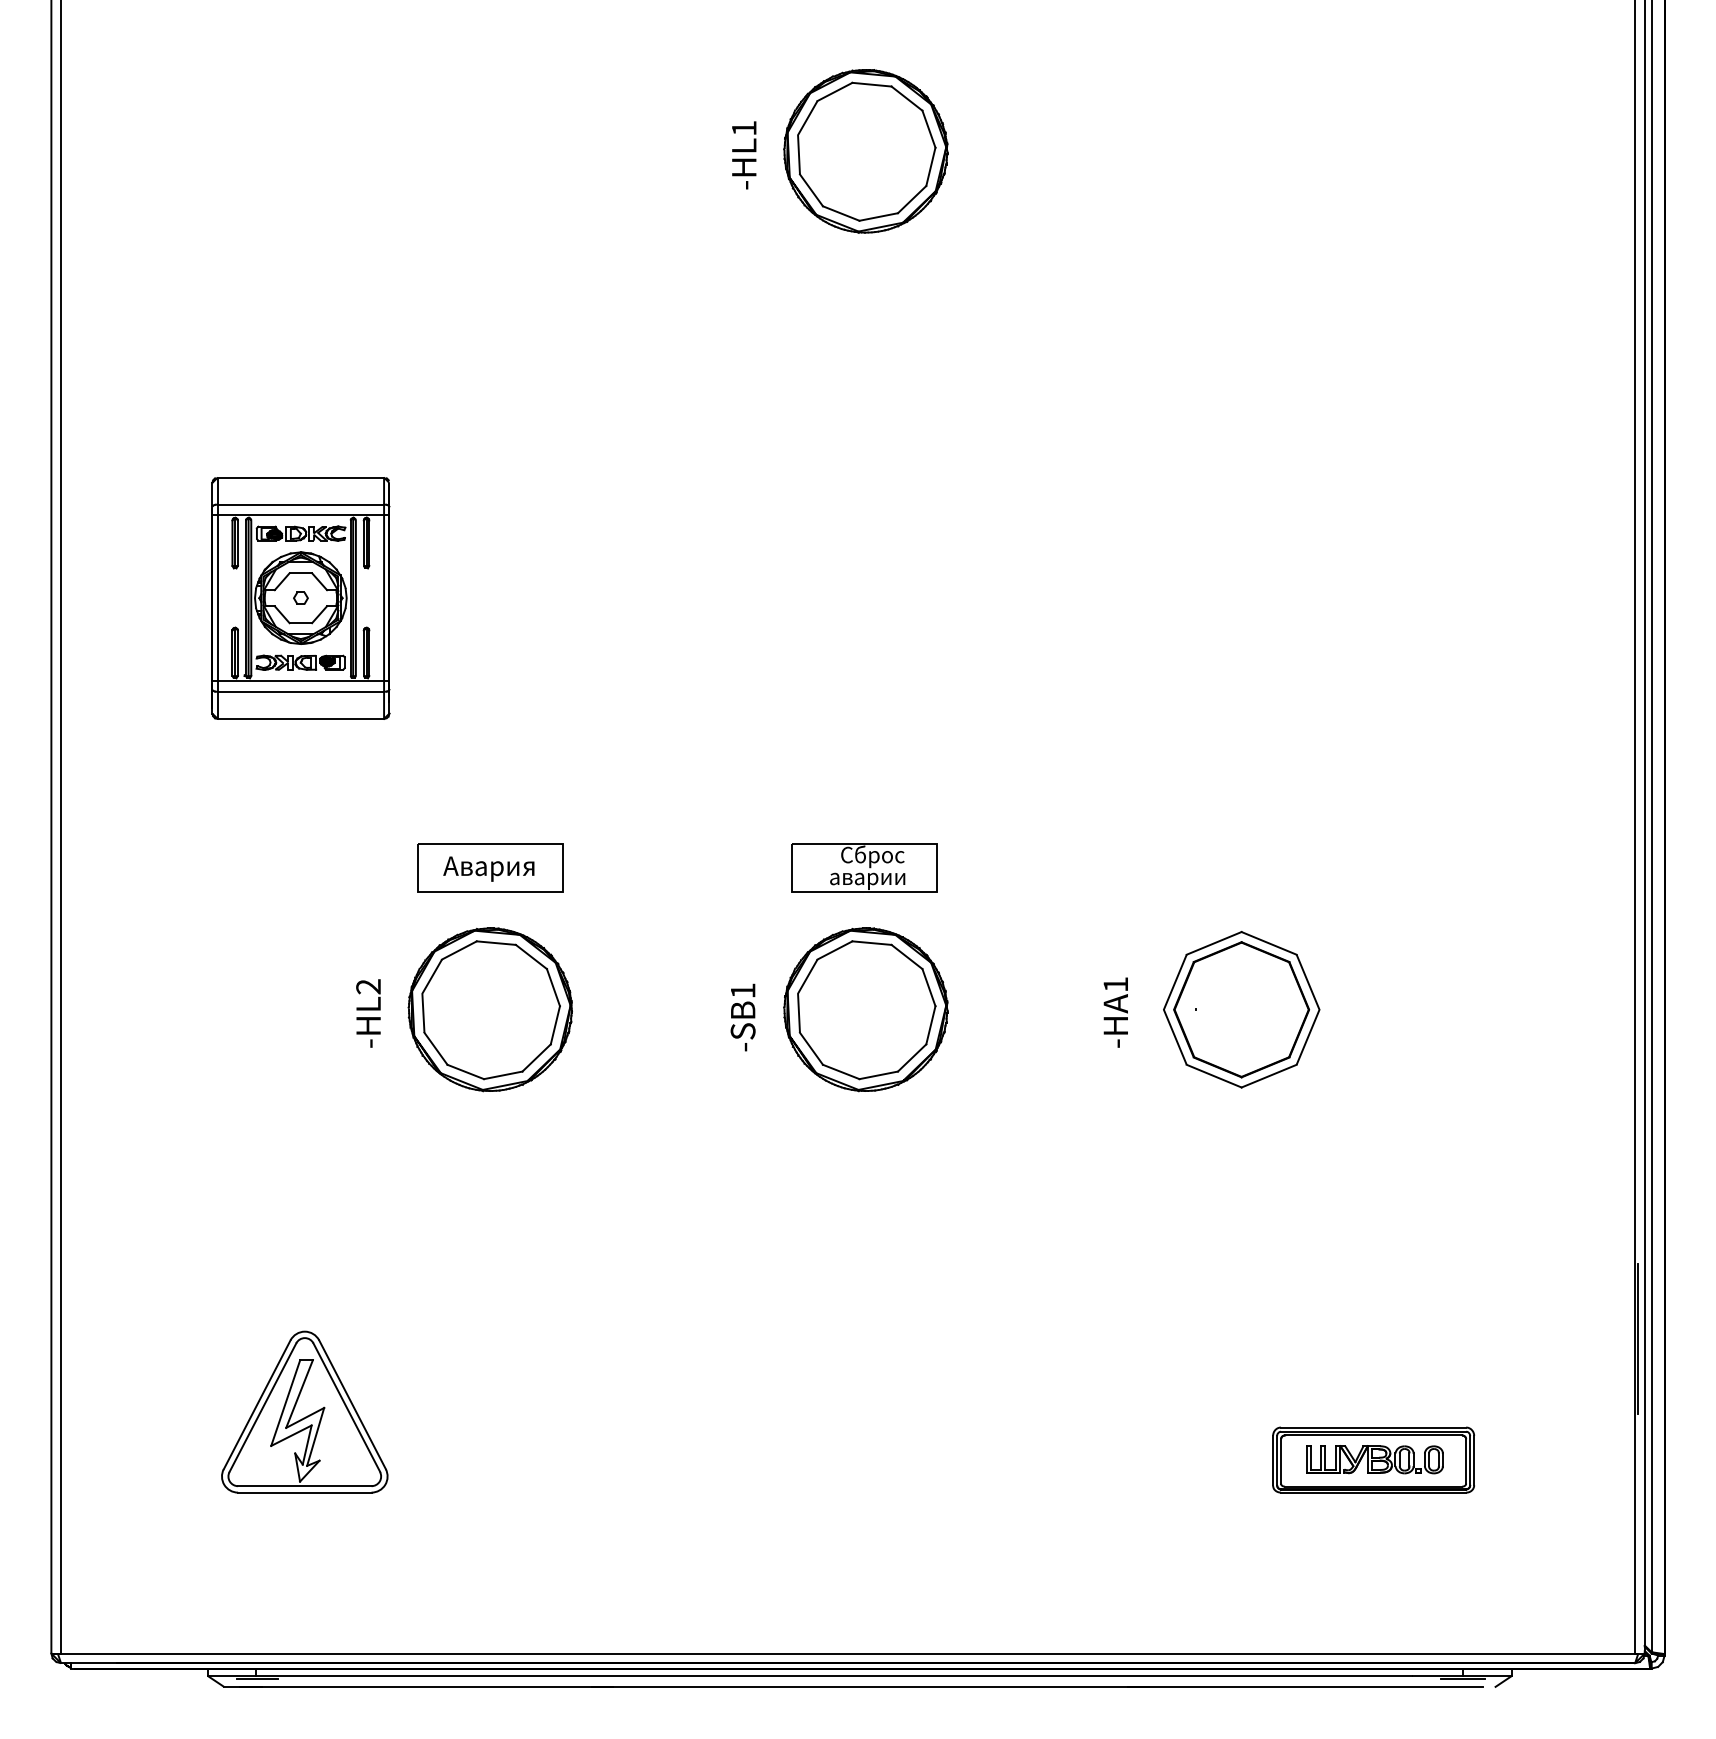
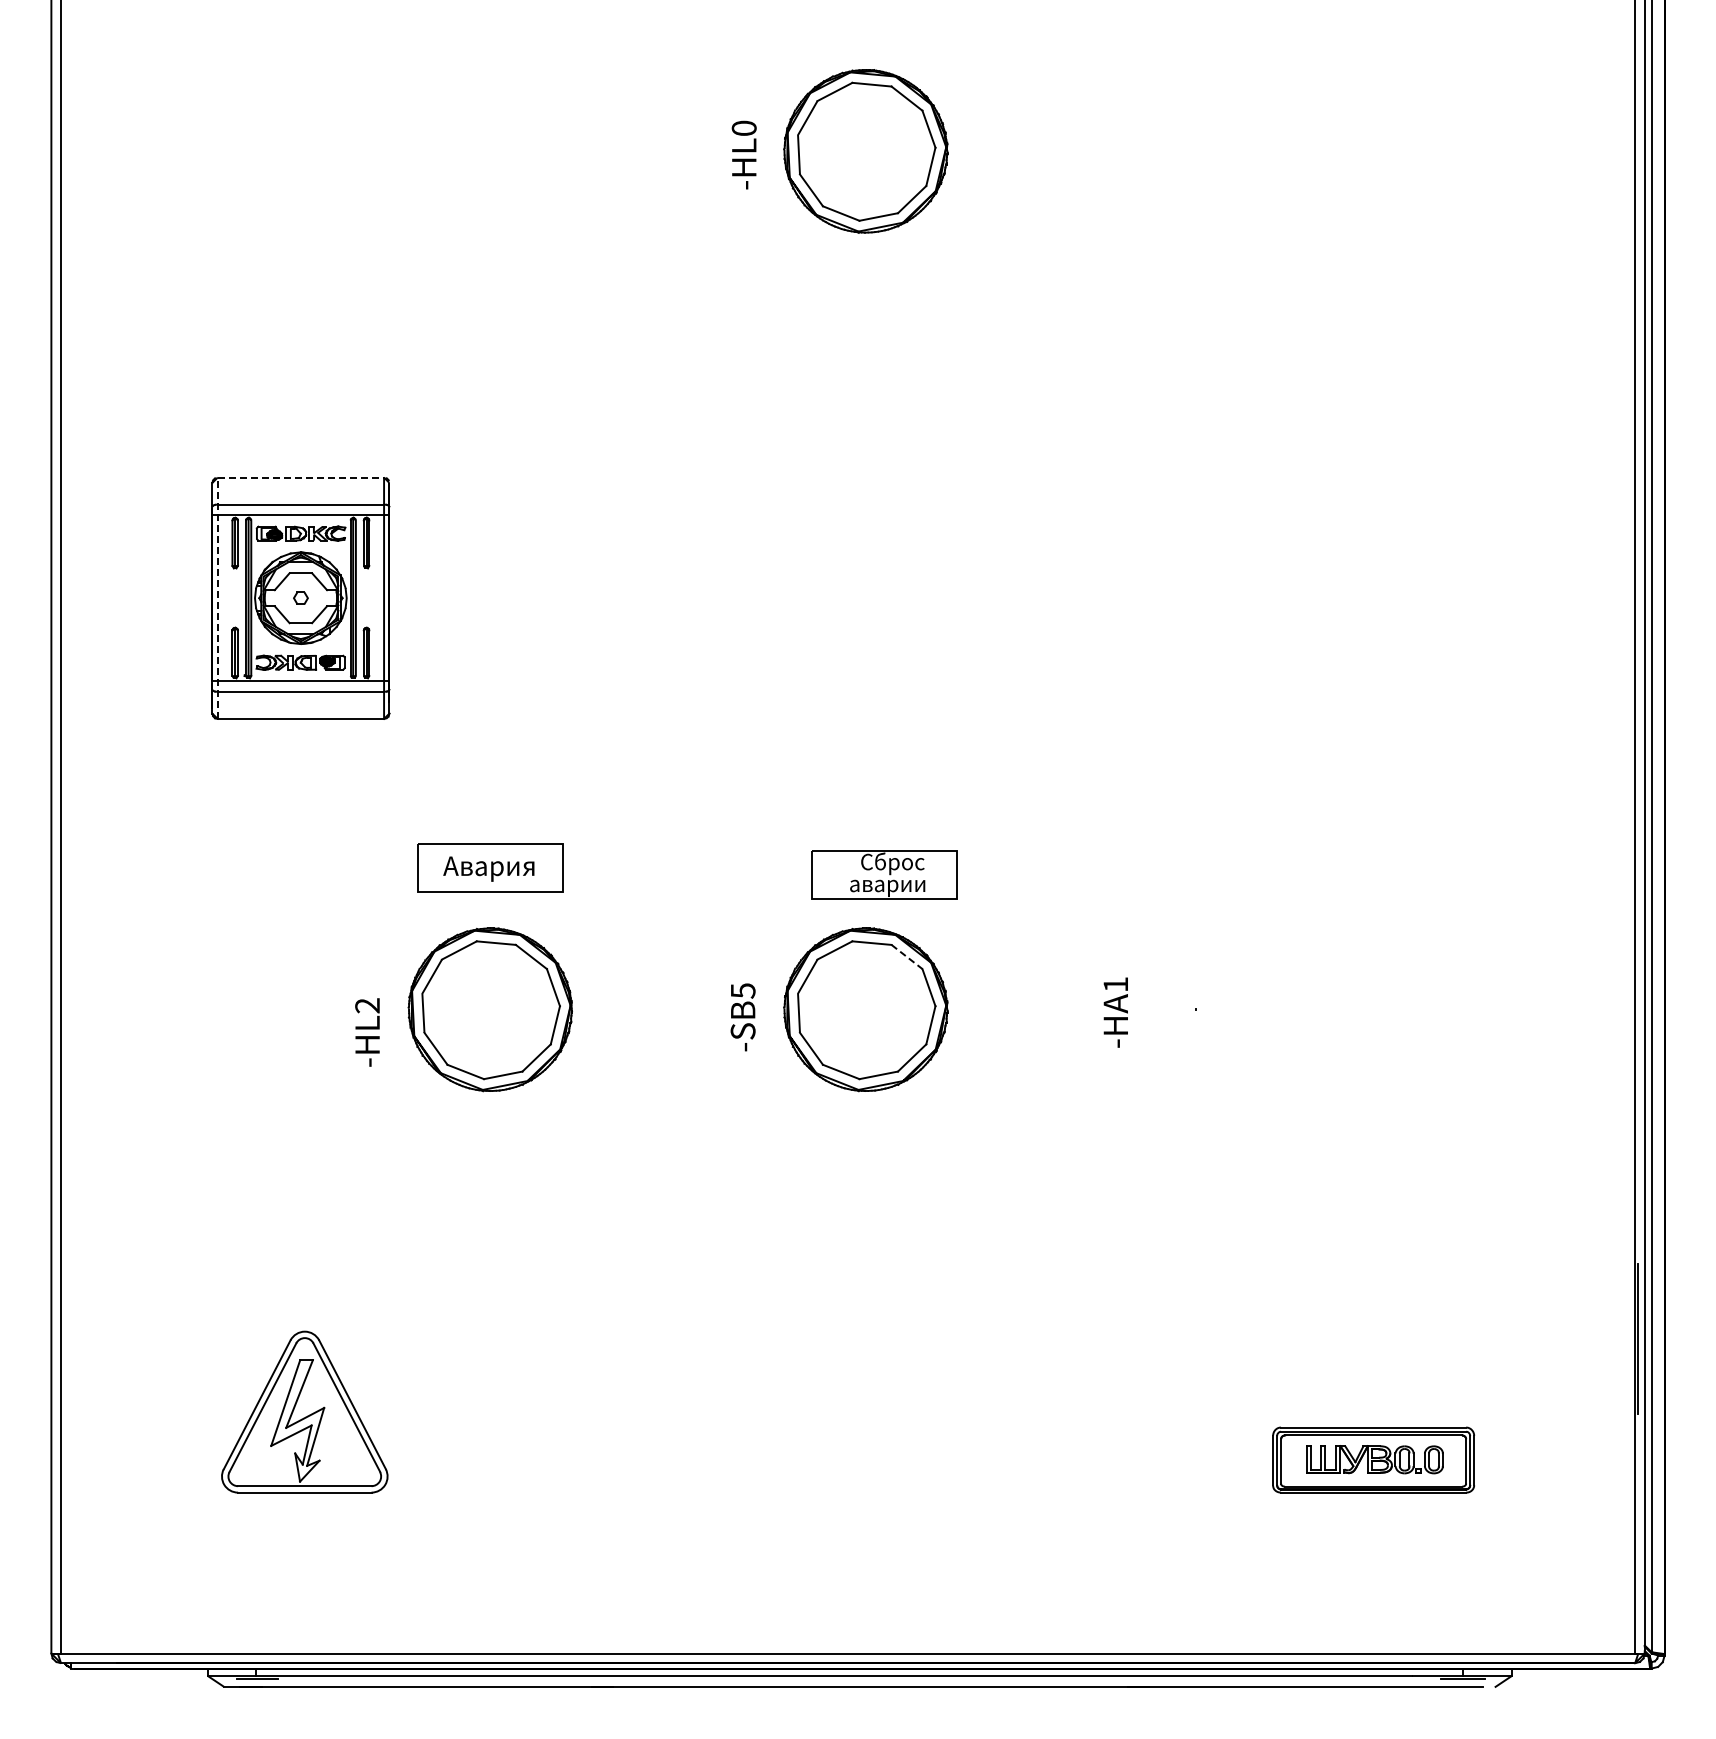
text at (743, 127): -HL1 -> -HL0
line at (217, 514): solid -> dashed
part at (864, 867) position: (864, 867) -> (884, 874)
line at (907, 956): solid -> dashed
text at (743, 990): -SB1 -> -SB5
part at (1241, 1009): present -> none
text at (368, 1013) position: (368, 1013) -> (367, 1032)
